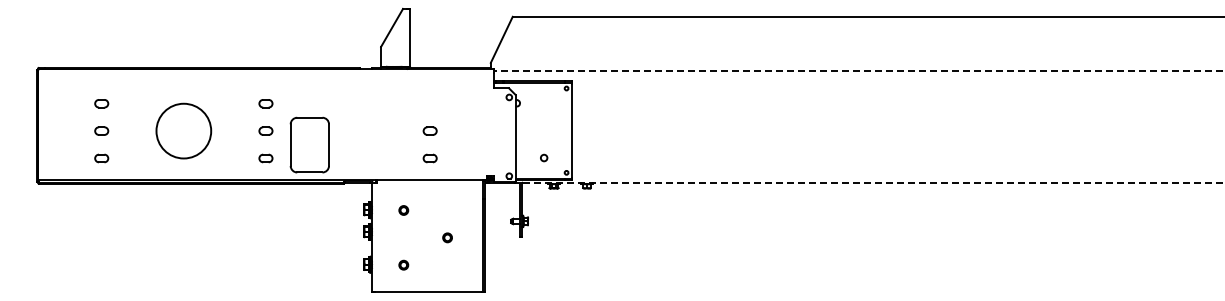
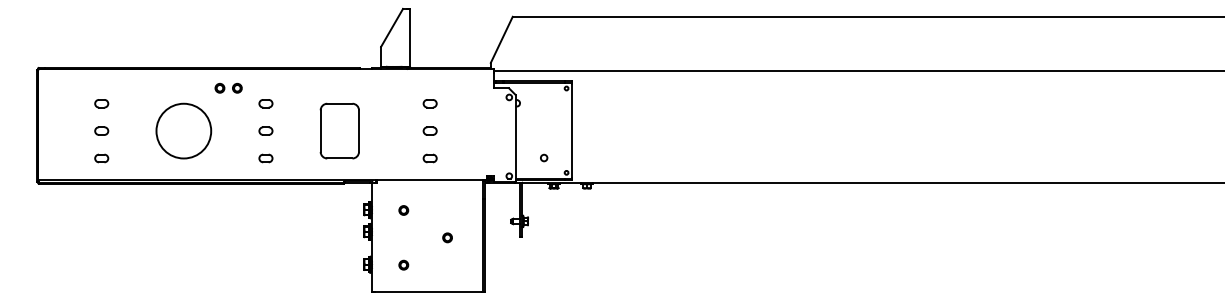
line at (858, 71): dashed -> solid
part at (228, 87): none -> present
part at (429, 103): none -> present
part at (309, 144) position: (309, 144) -> (339, 130)
line at (869, 182): dashed -> solid
